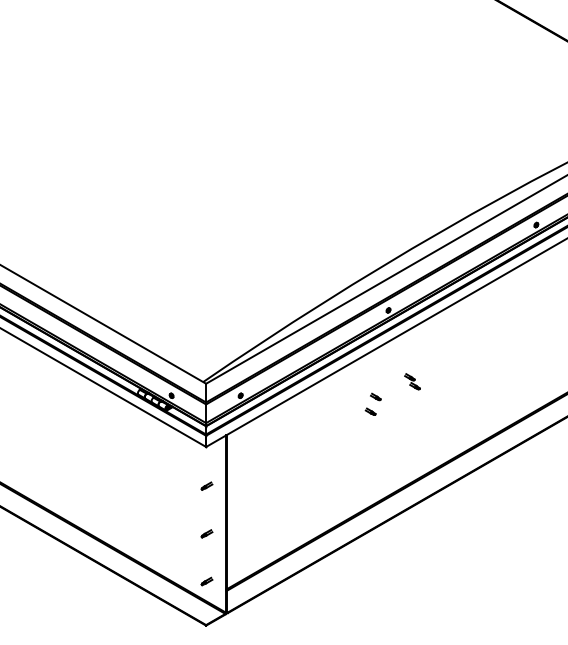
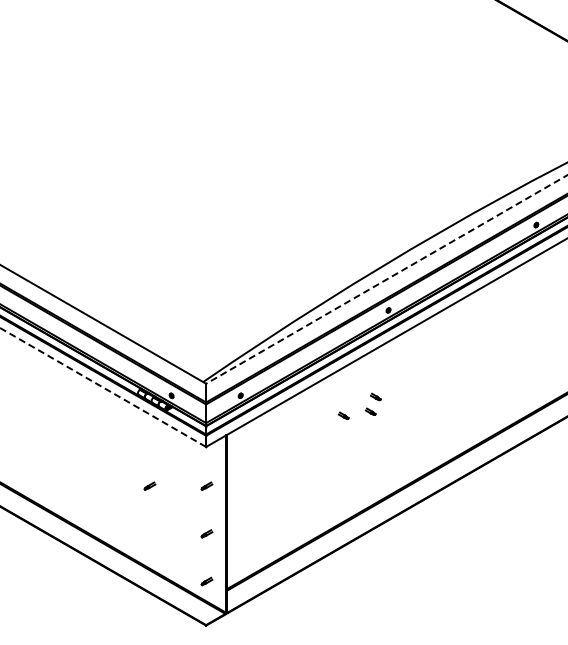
line at (387, 279): solid -> dashed
part at (412, 381): present -> none
line at (103, 387): solid -> dashed
part at (343, 415): none -> present
part at (149, 485): none -> present
